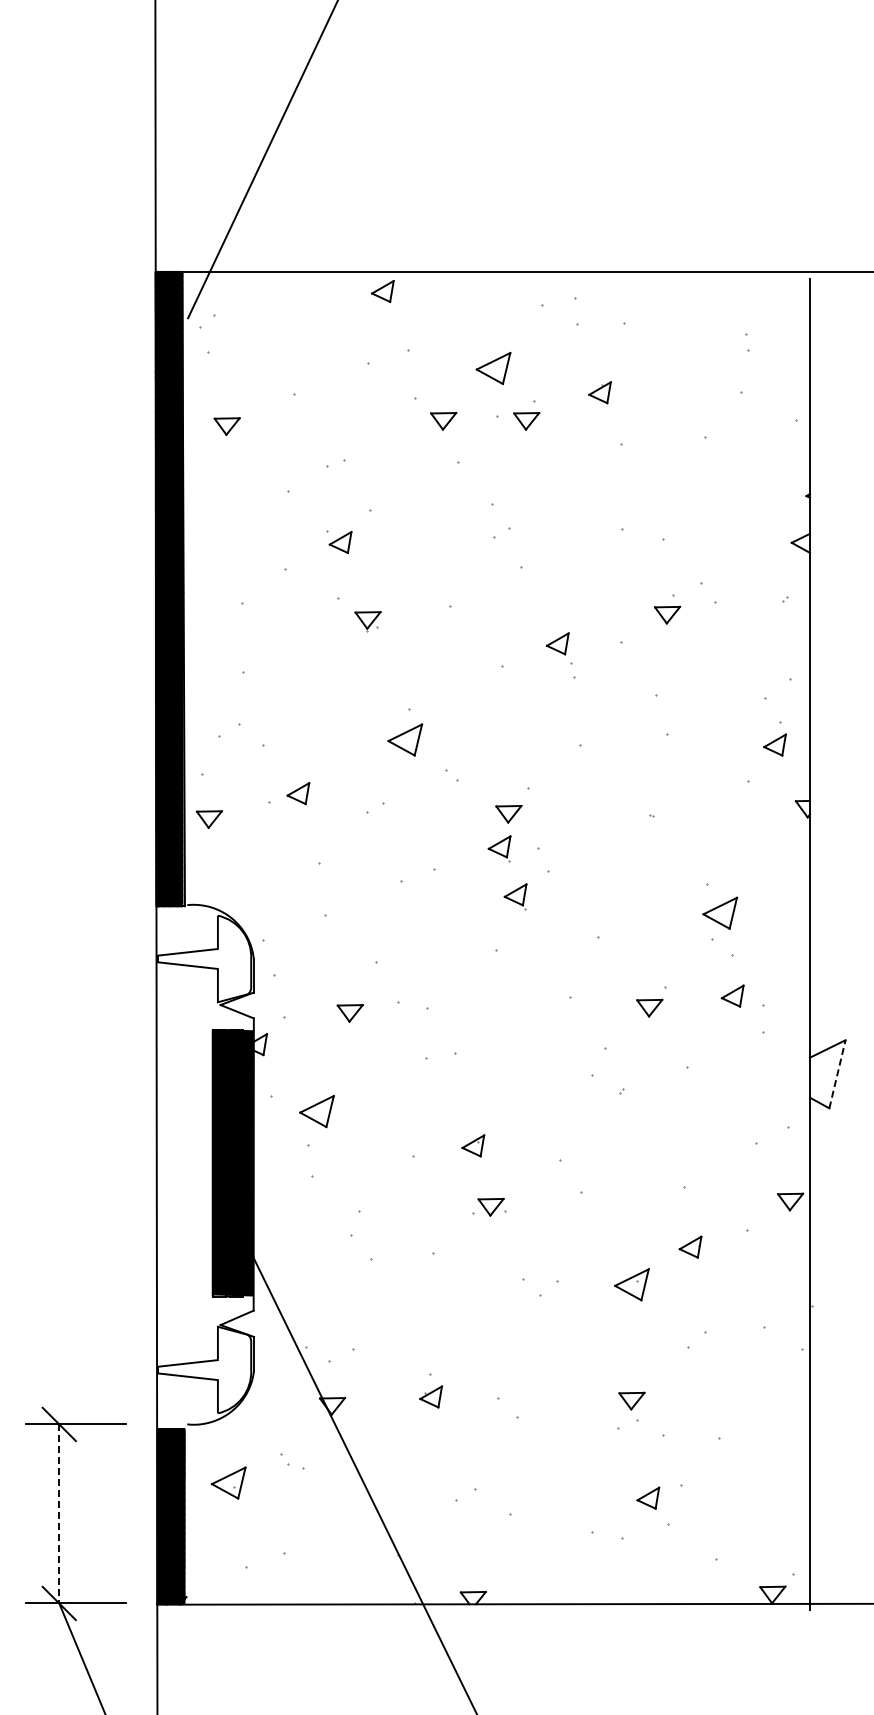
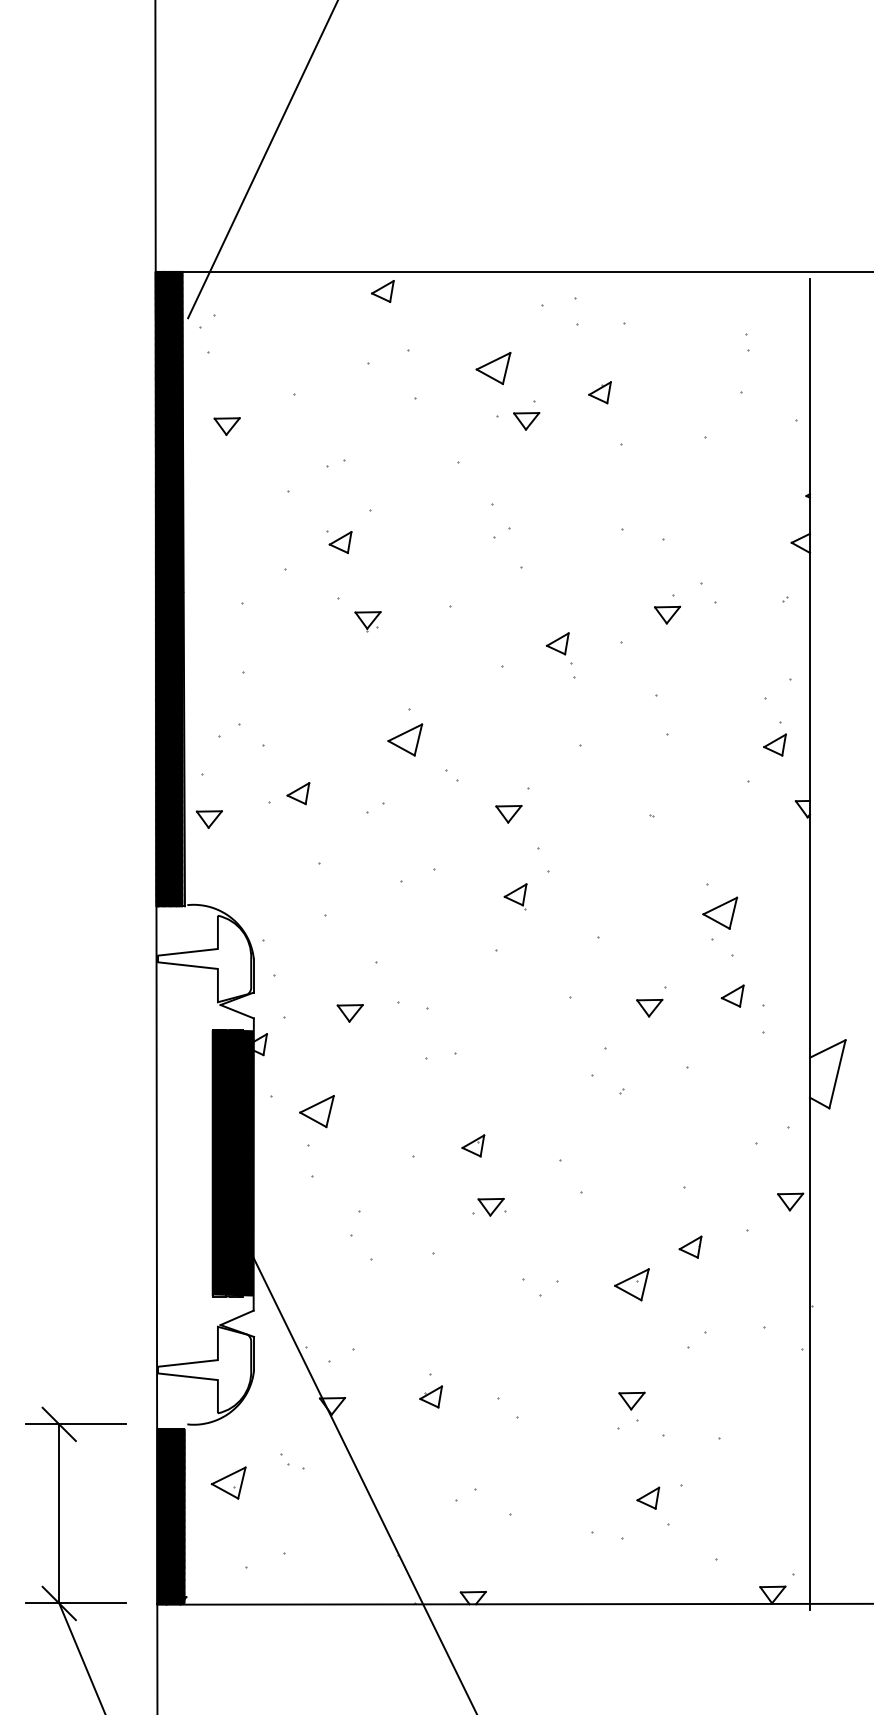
part at (443, 421): present -> none
part at (499, 848): present -> none
line at (837, 1074): dashed -> solid
line at (59, 1513): dashed -> solid
